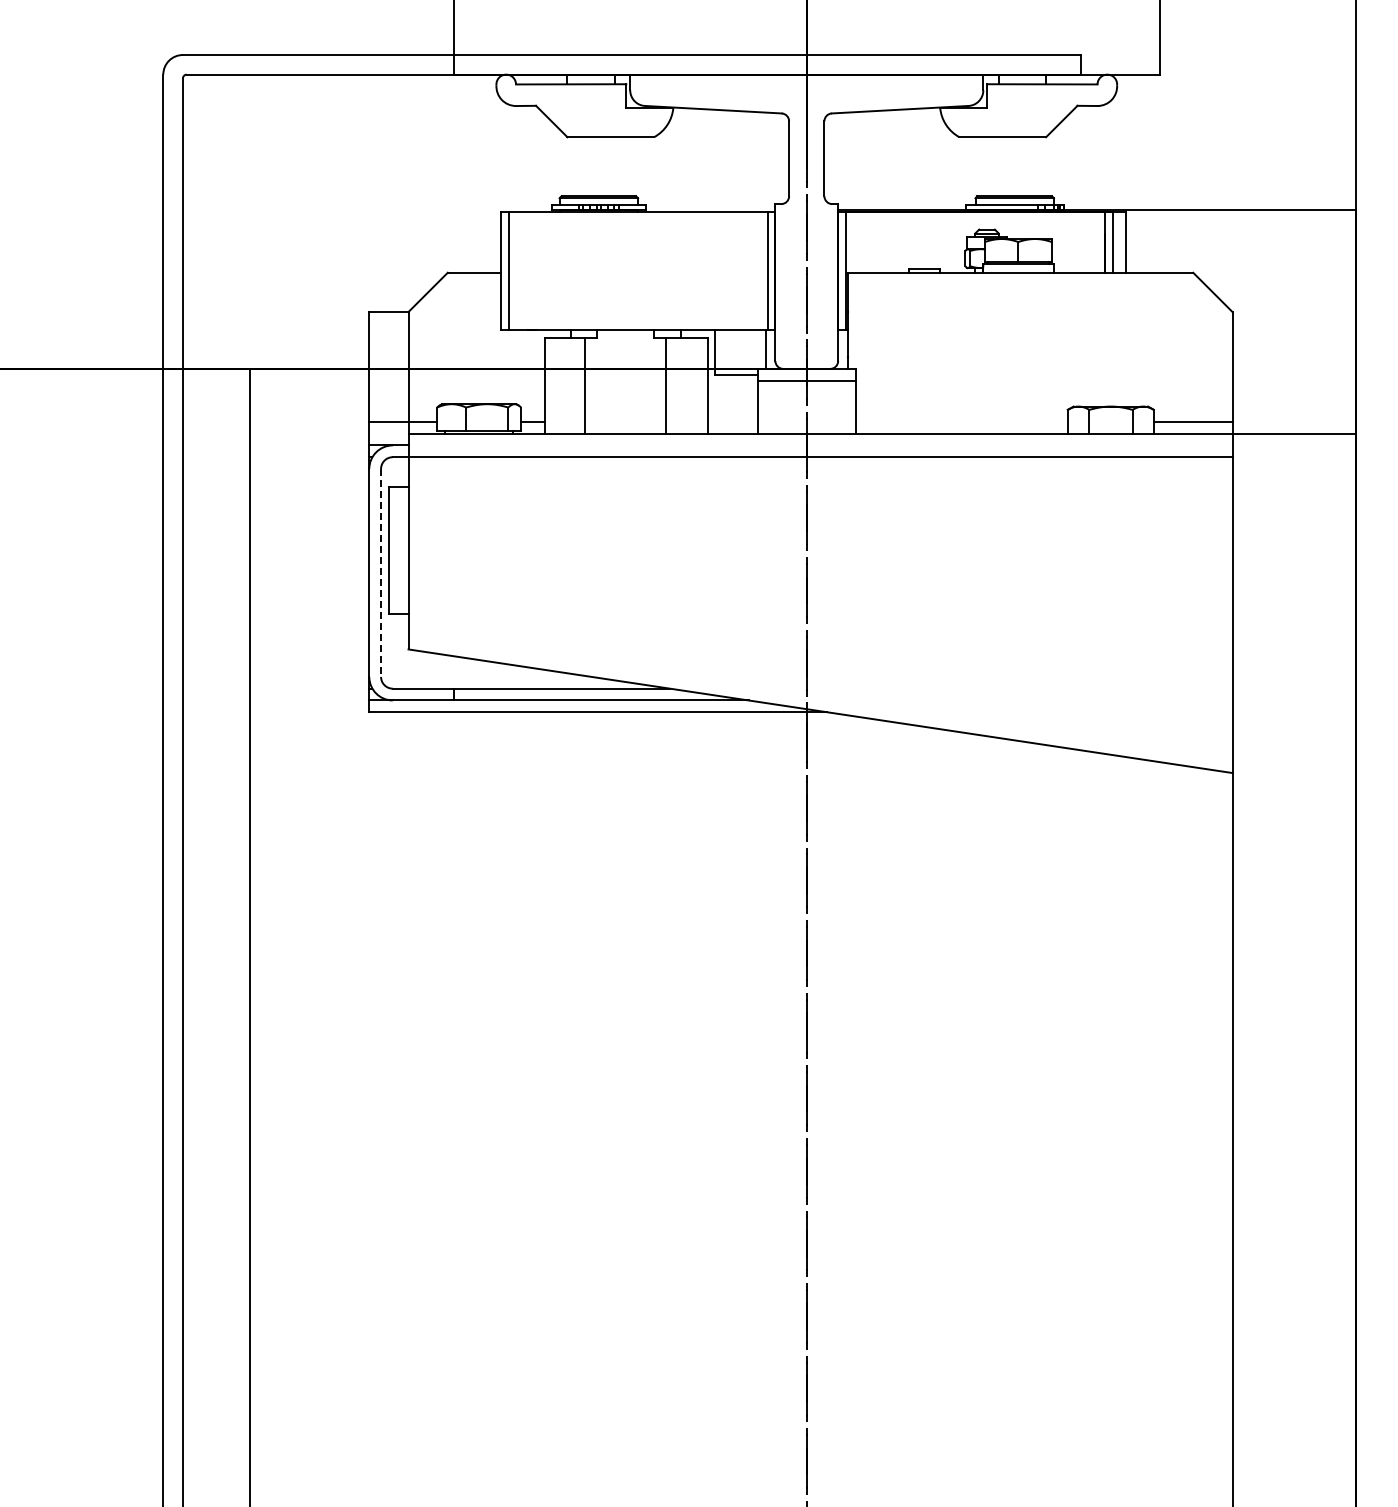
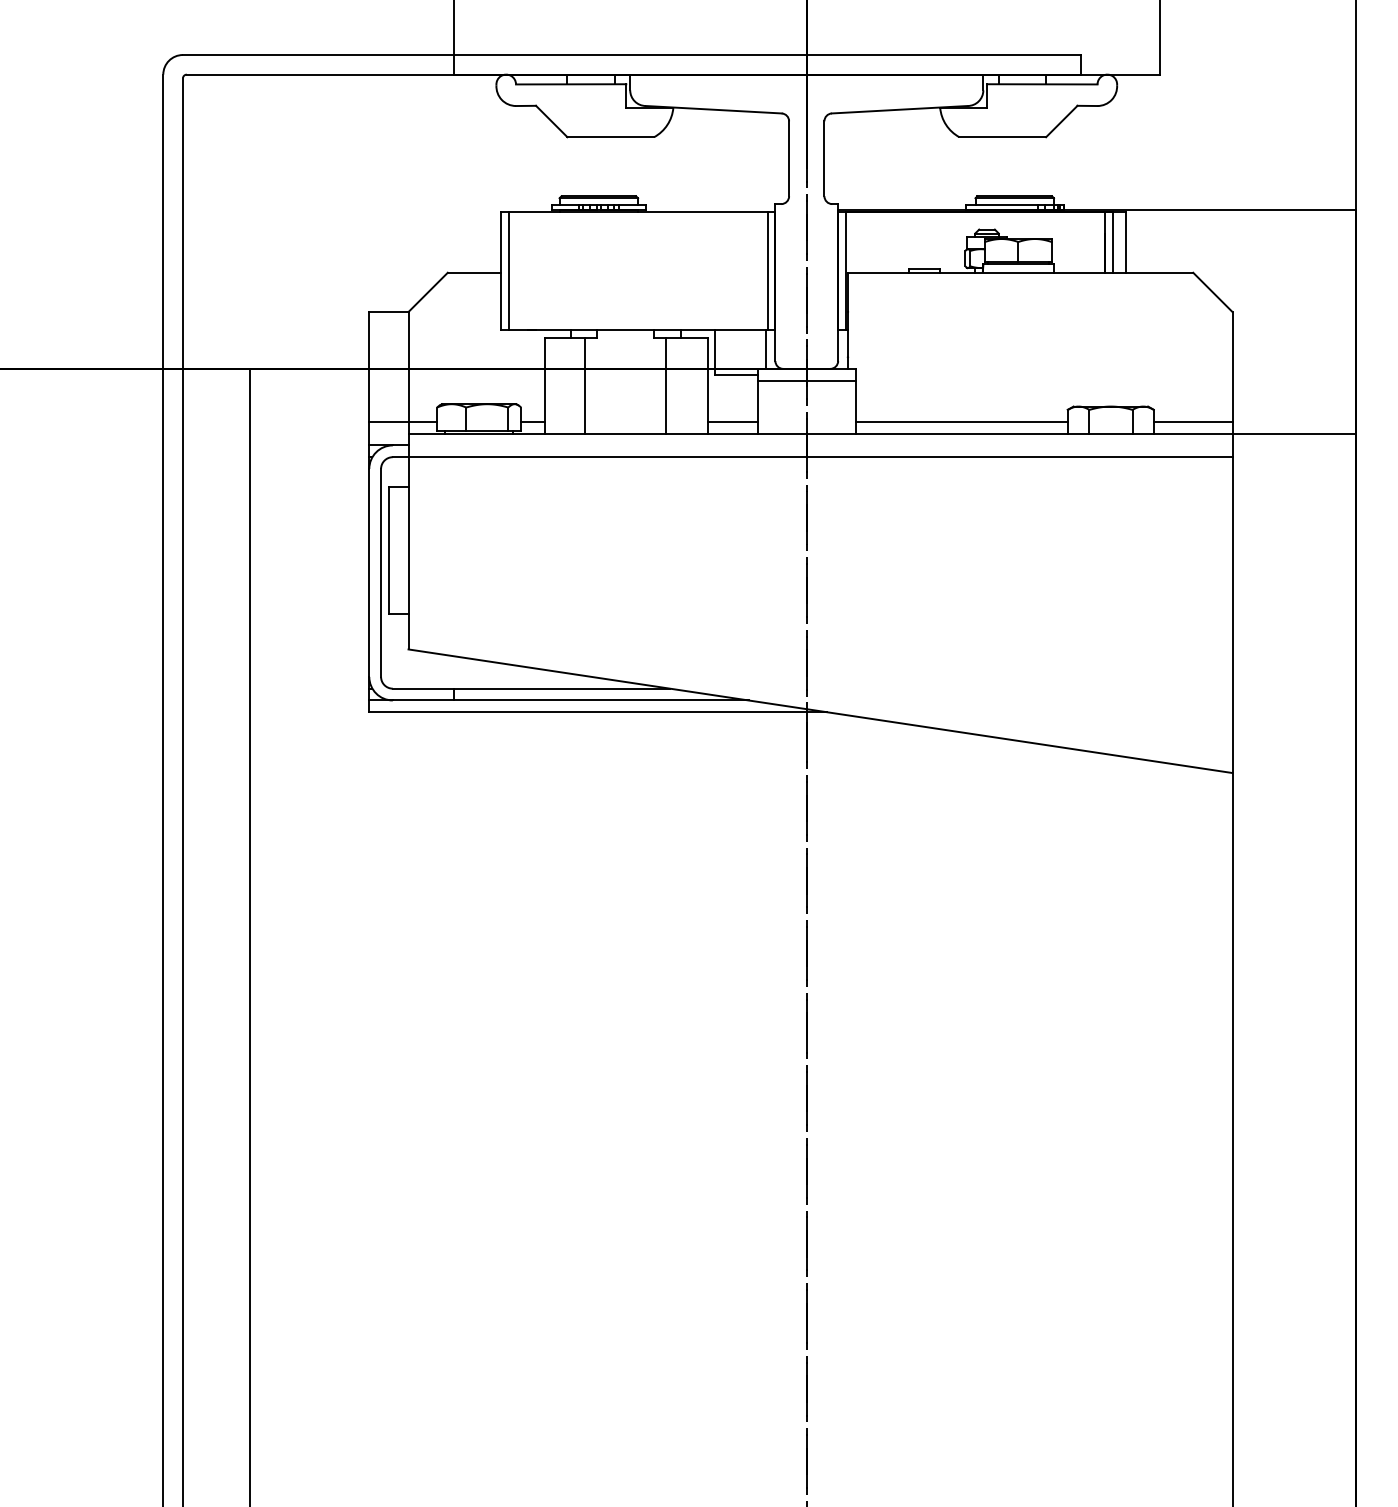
line at (732, 421): none -> present
line at (961, 421): none -> present
line at (381, 572): dashed -> solid
